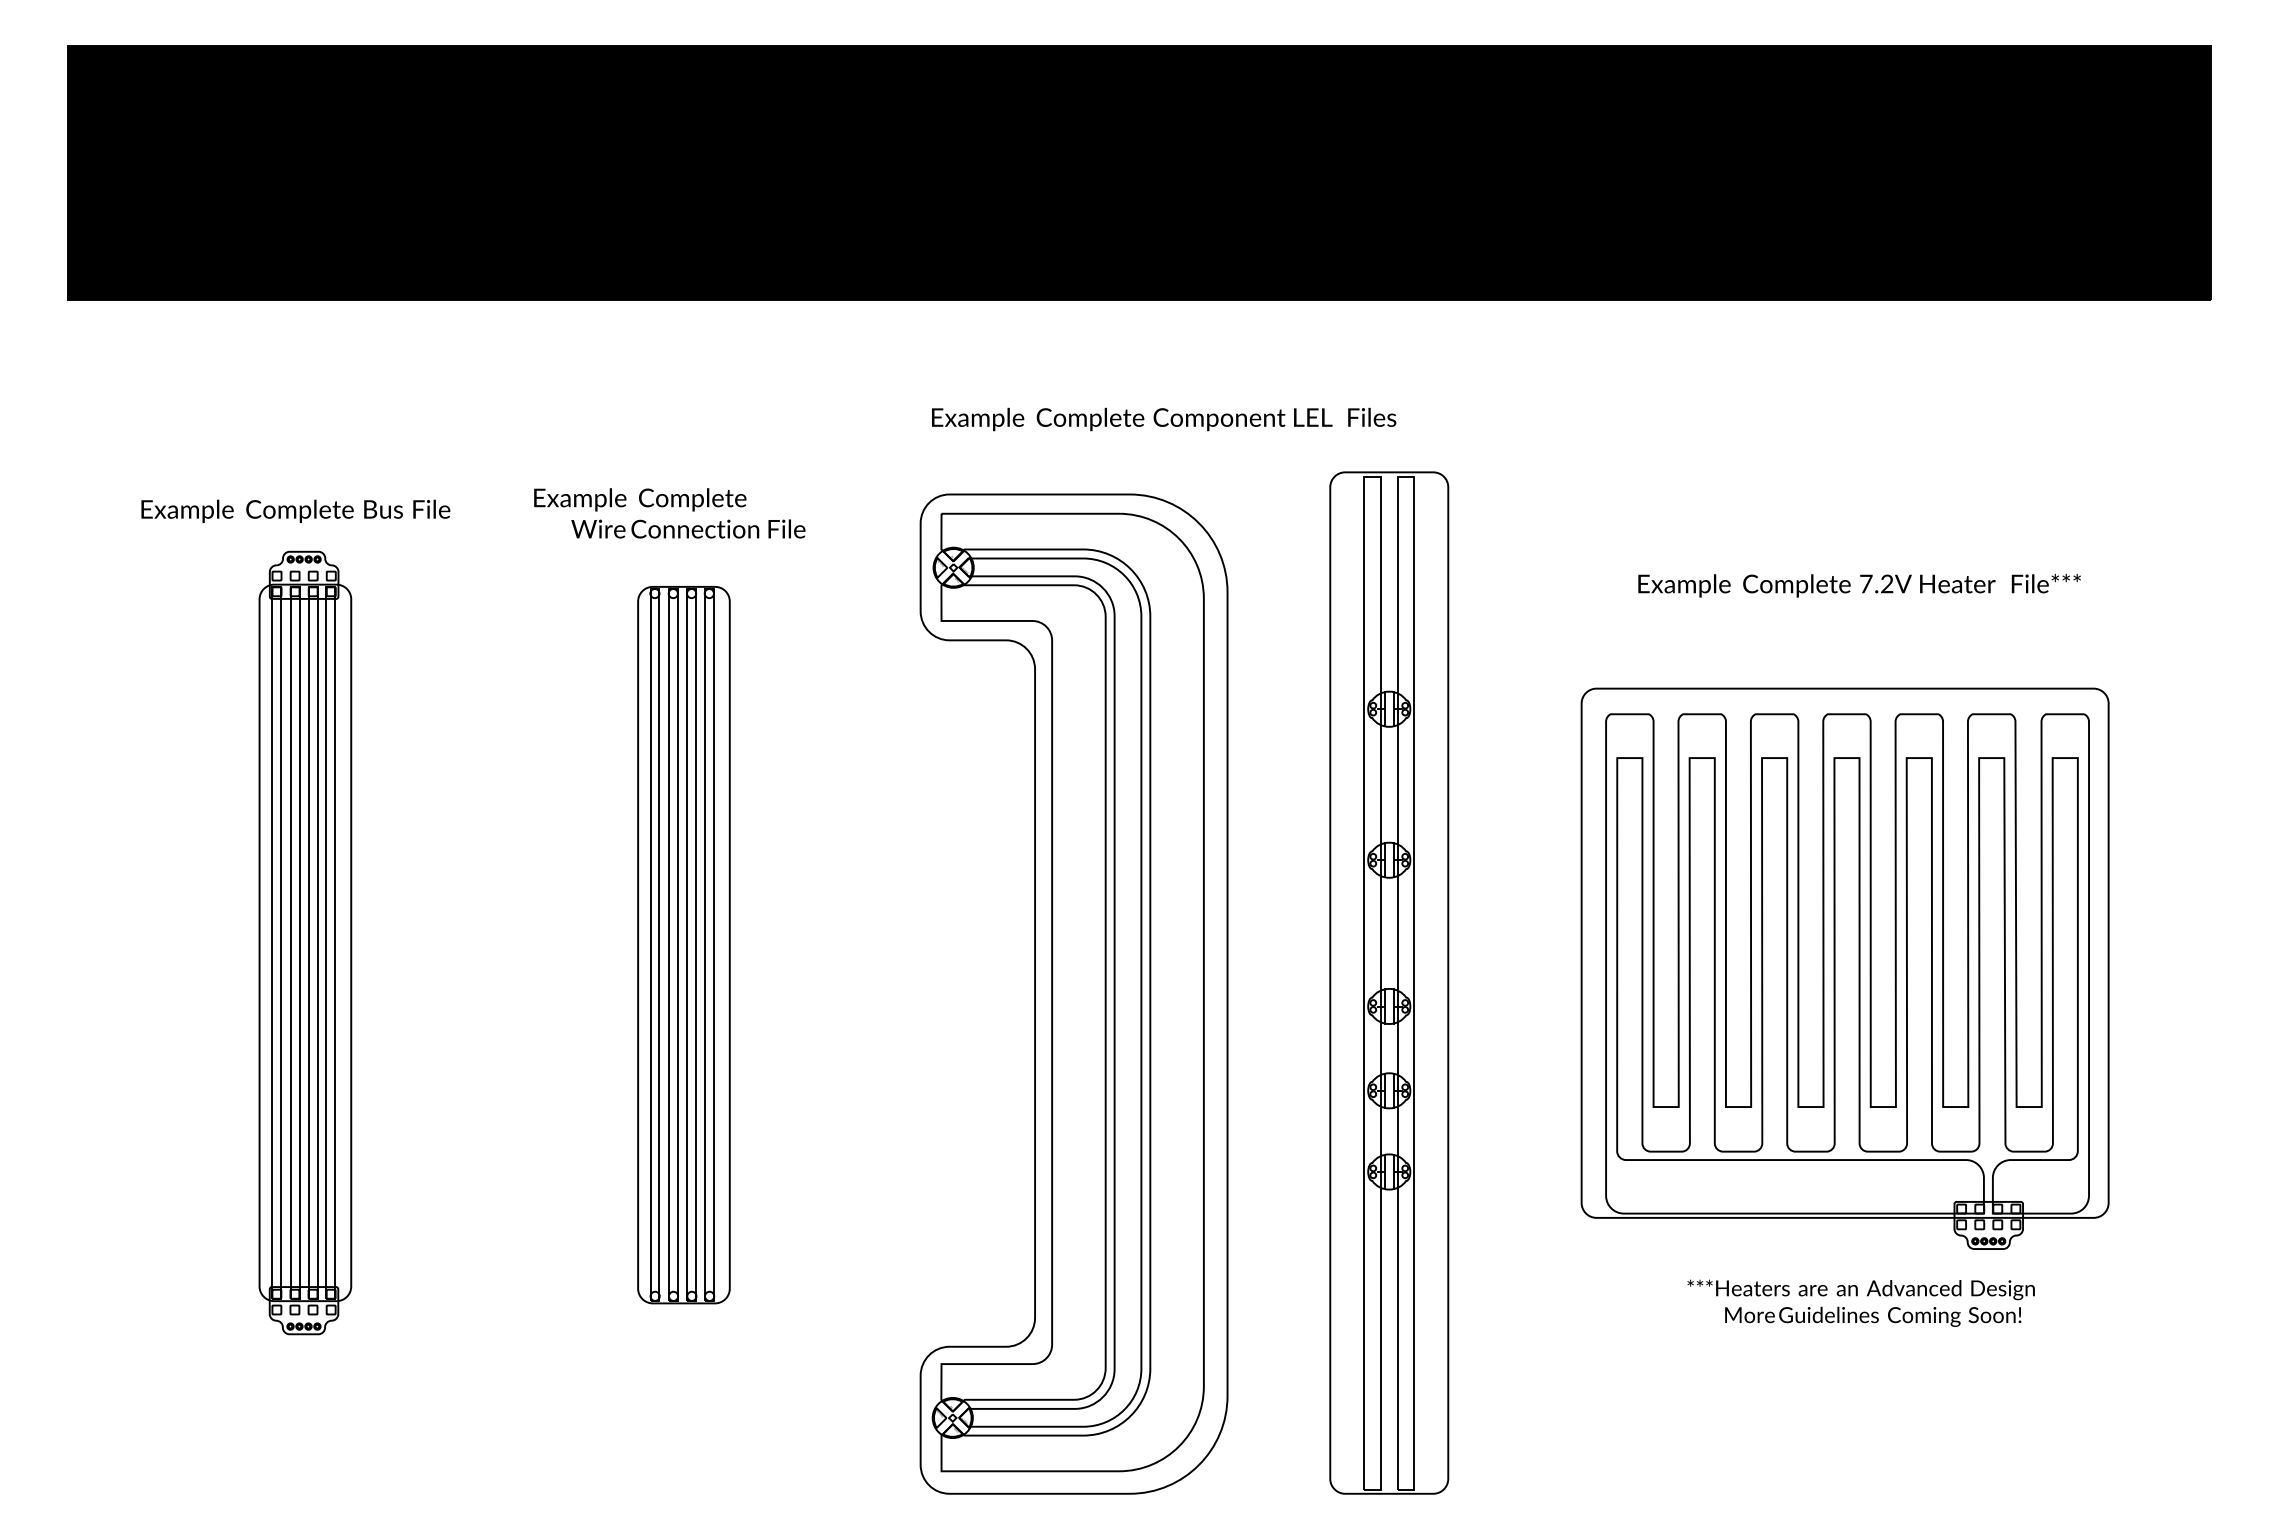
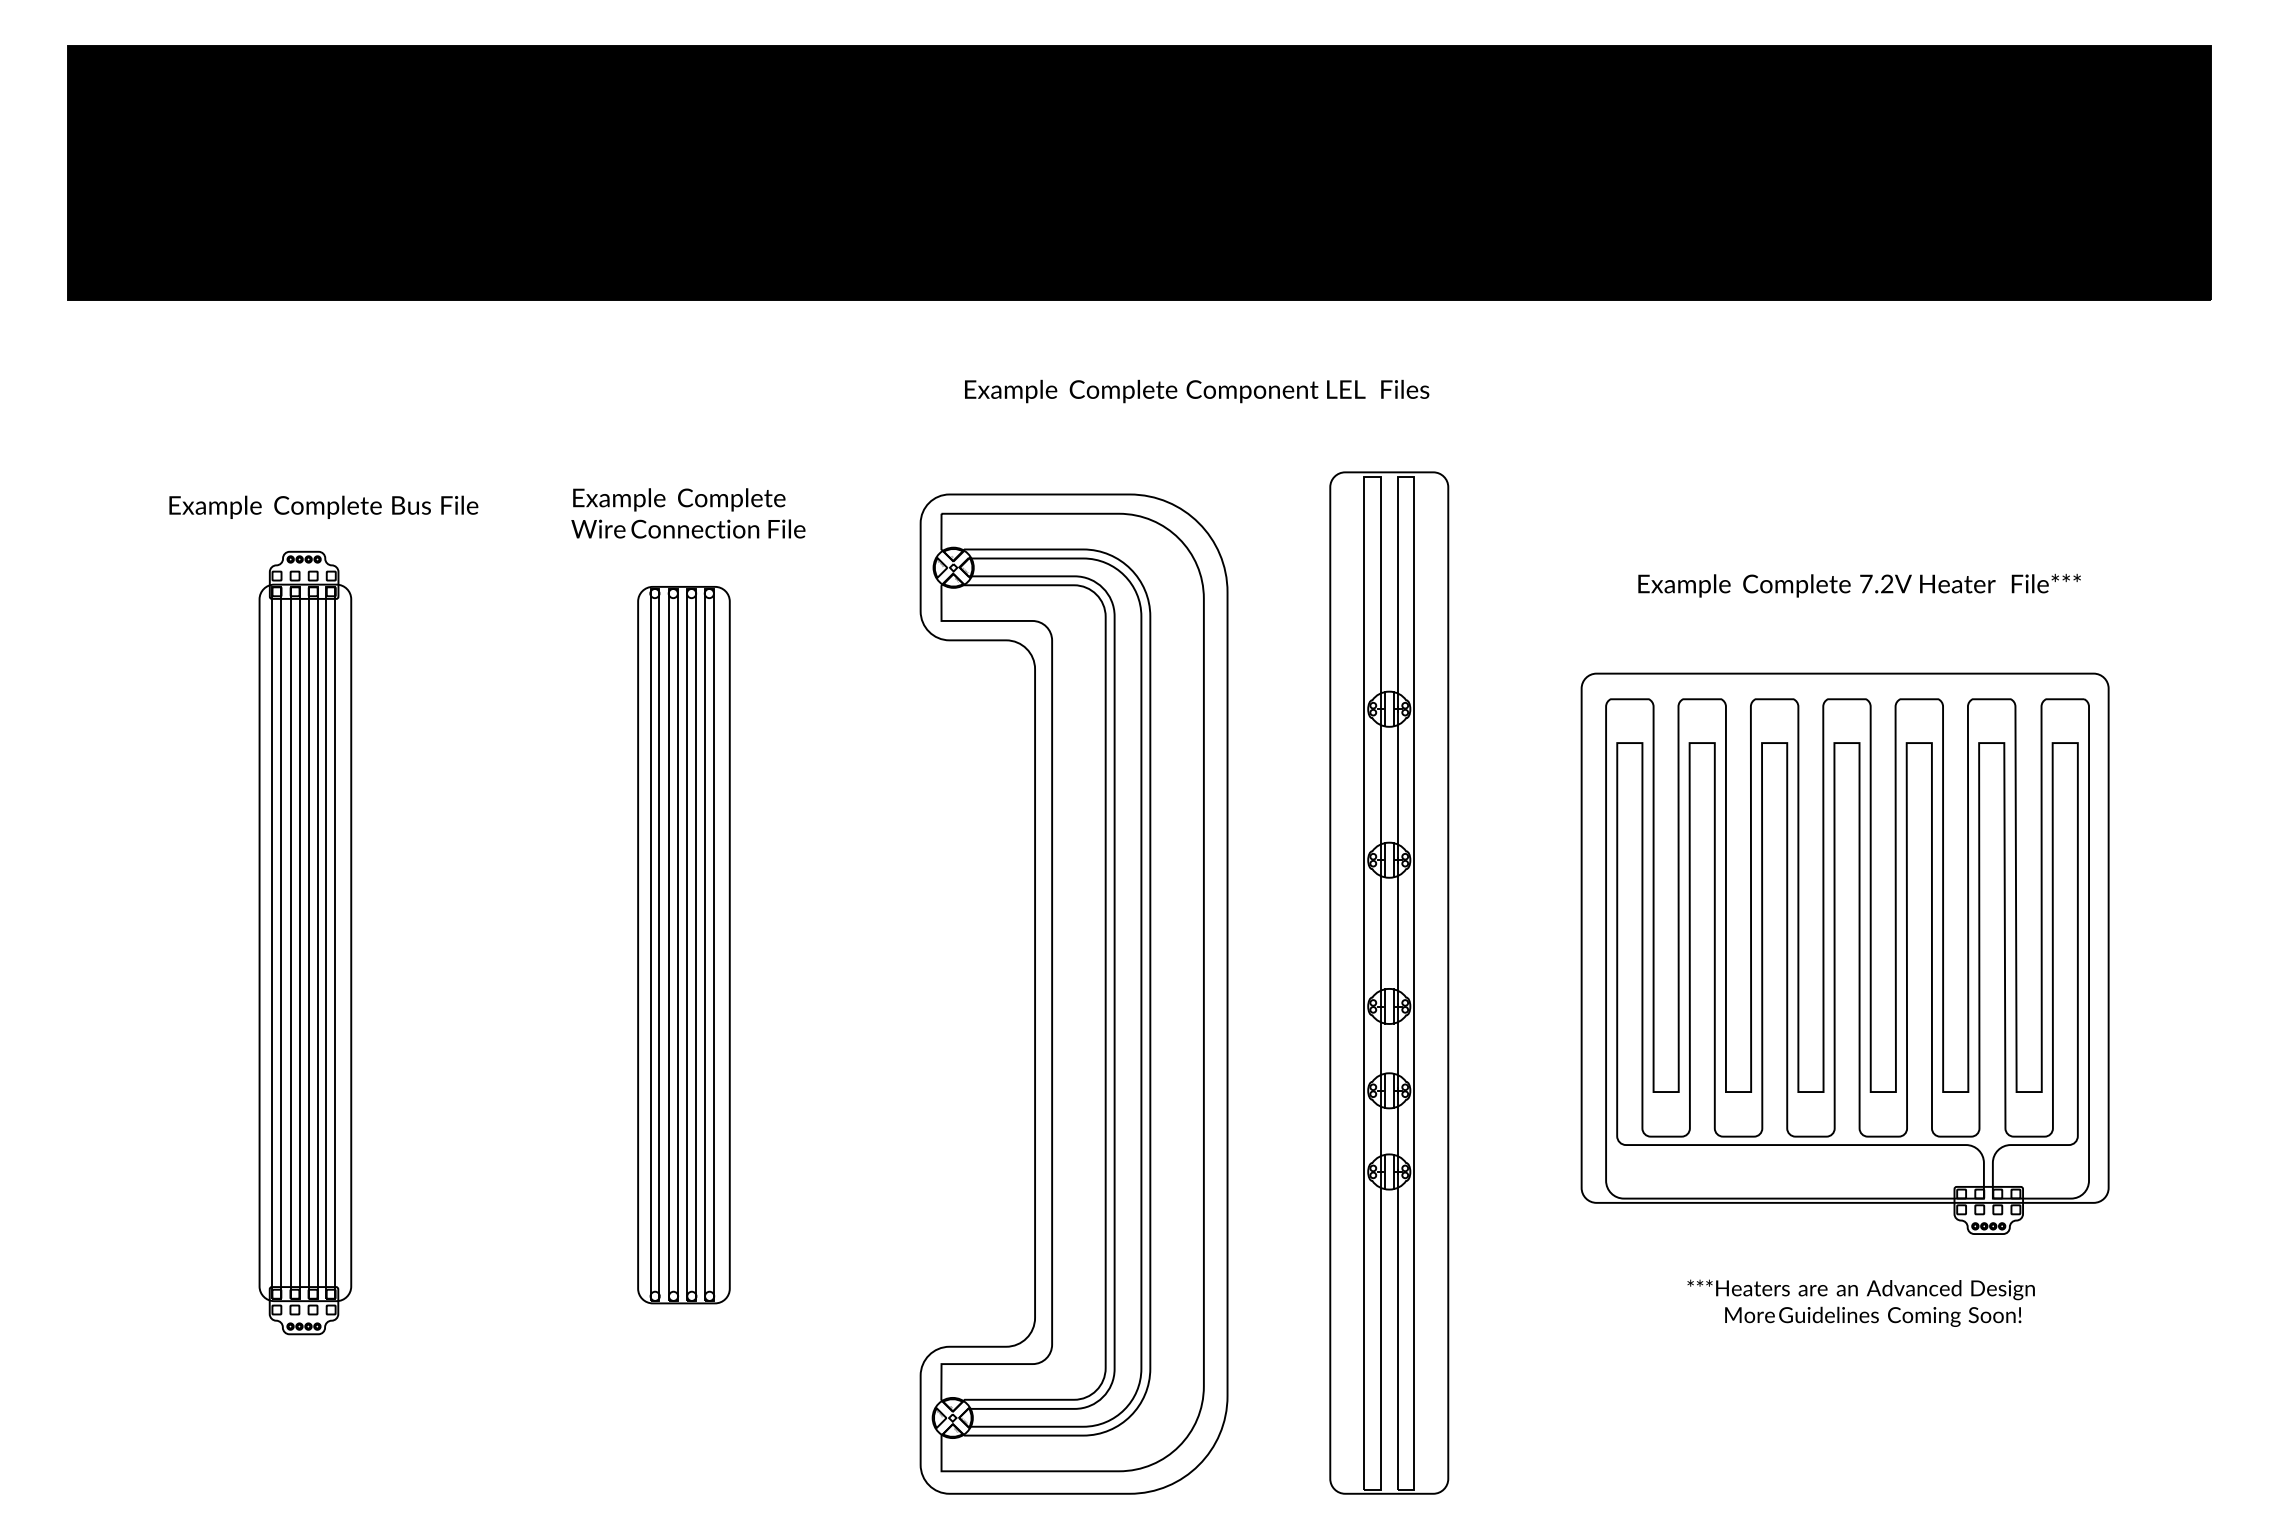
text at (1164, 419) position: (1164, 419) -> (1197, 391)
text at (640, 499) position: (640, 499) -> (679, 499)
text at (295, 510) position: (295, 510) -> (323, 506)
part at (1844, 968) position: (1844, 968) -> (1844, 953)
